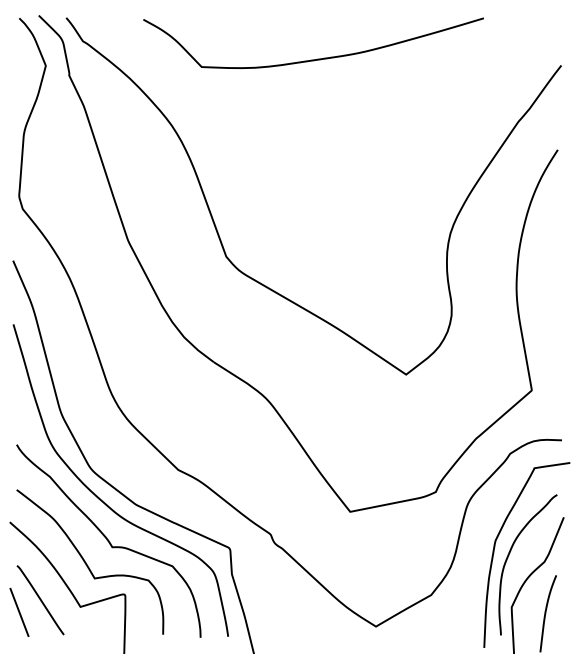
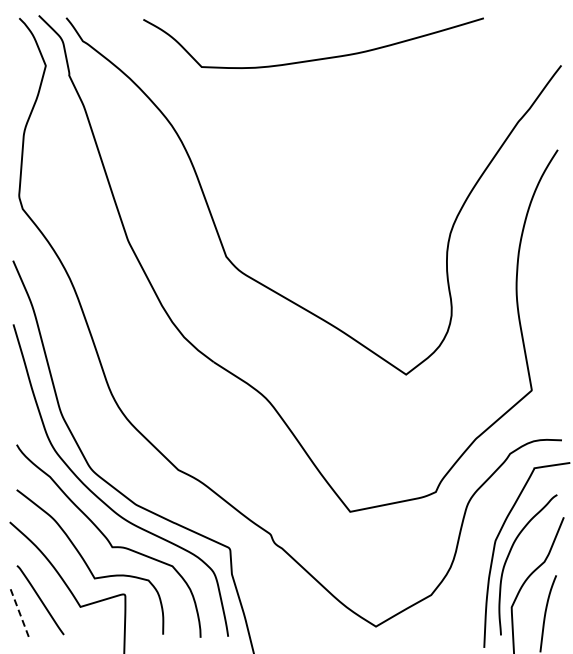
line at (19, 611): solid -> dashed
